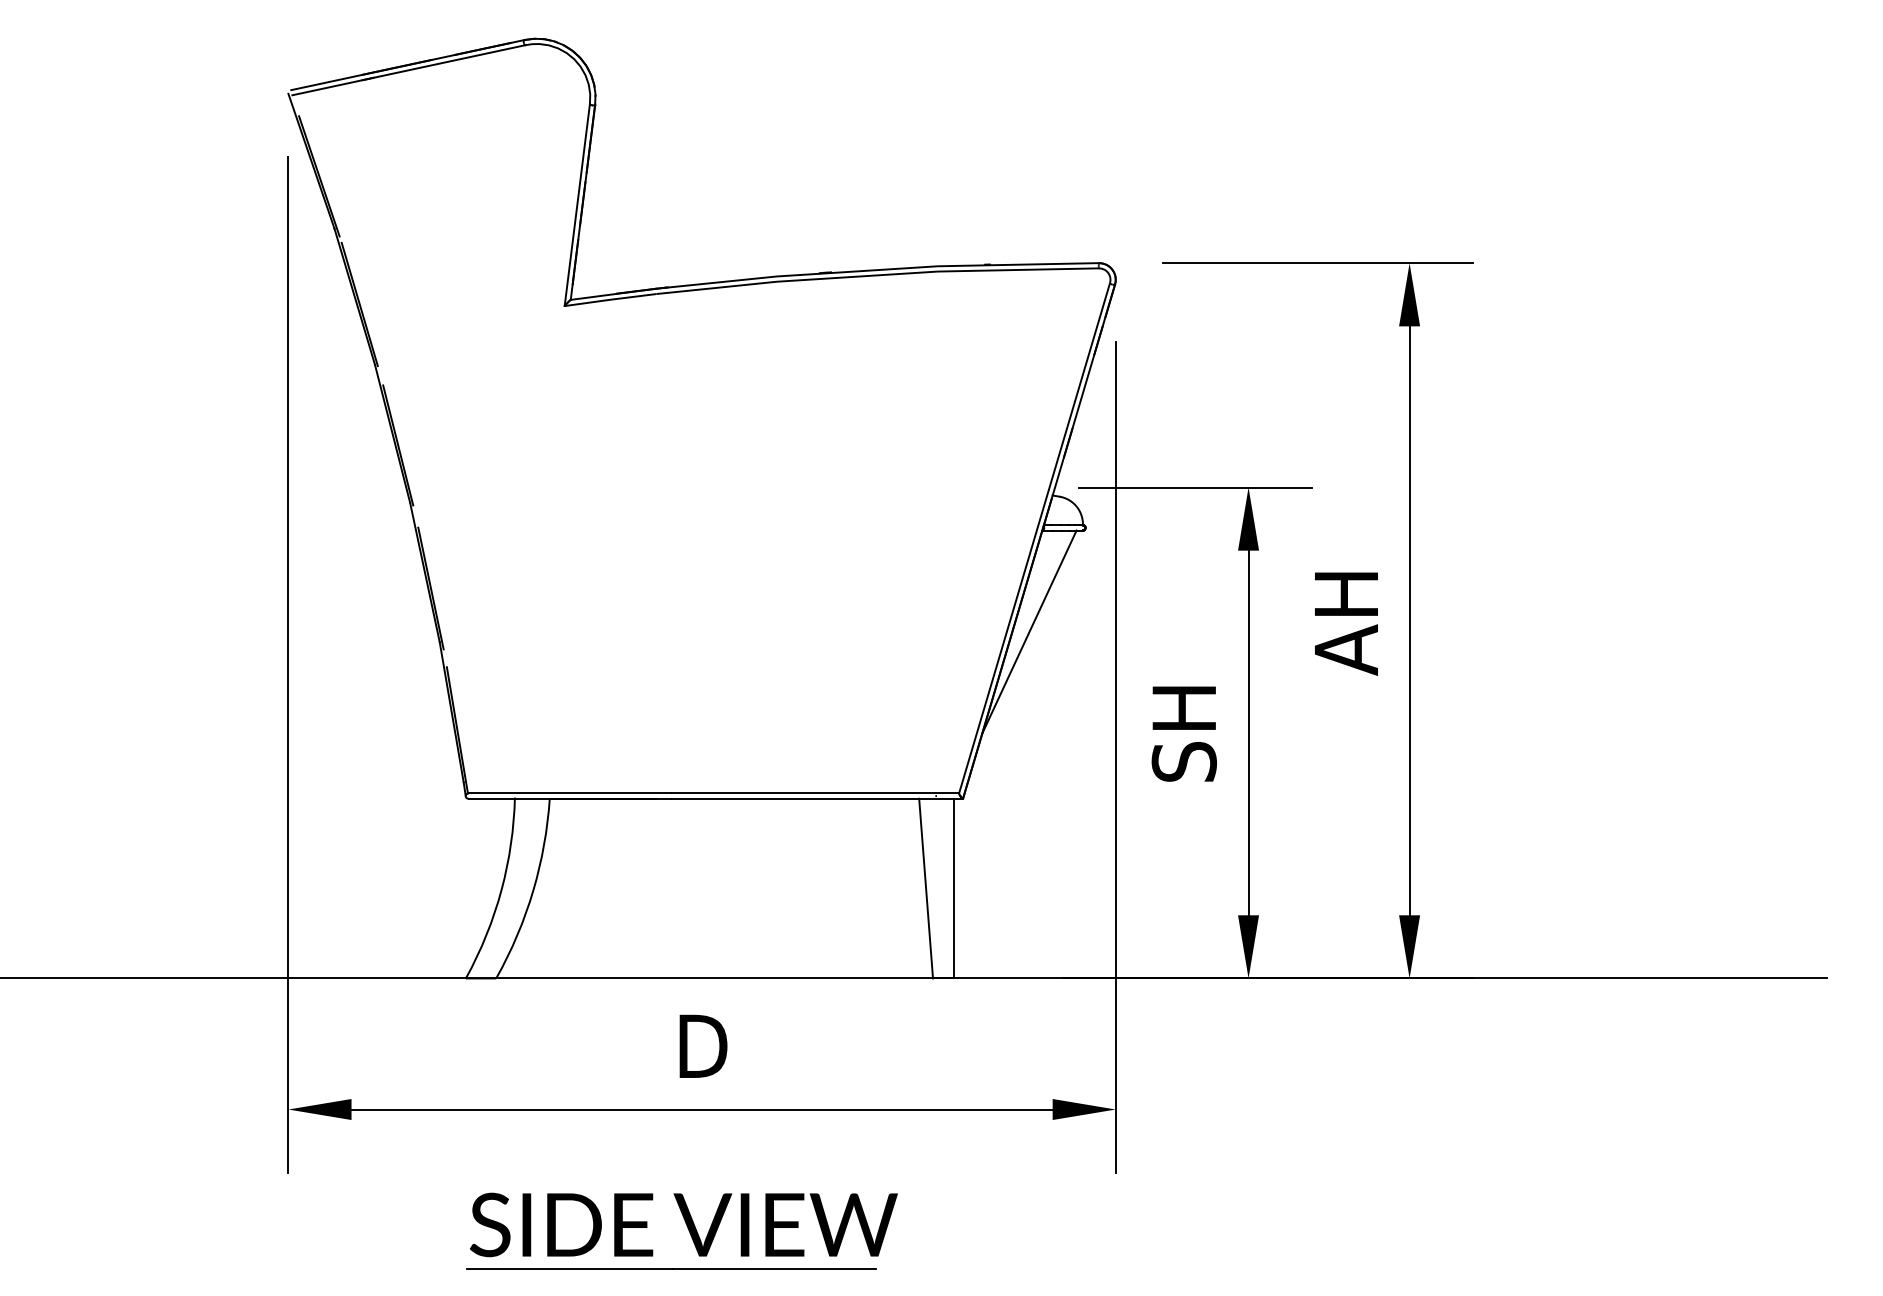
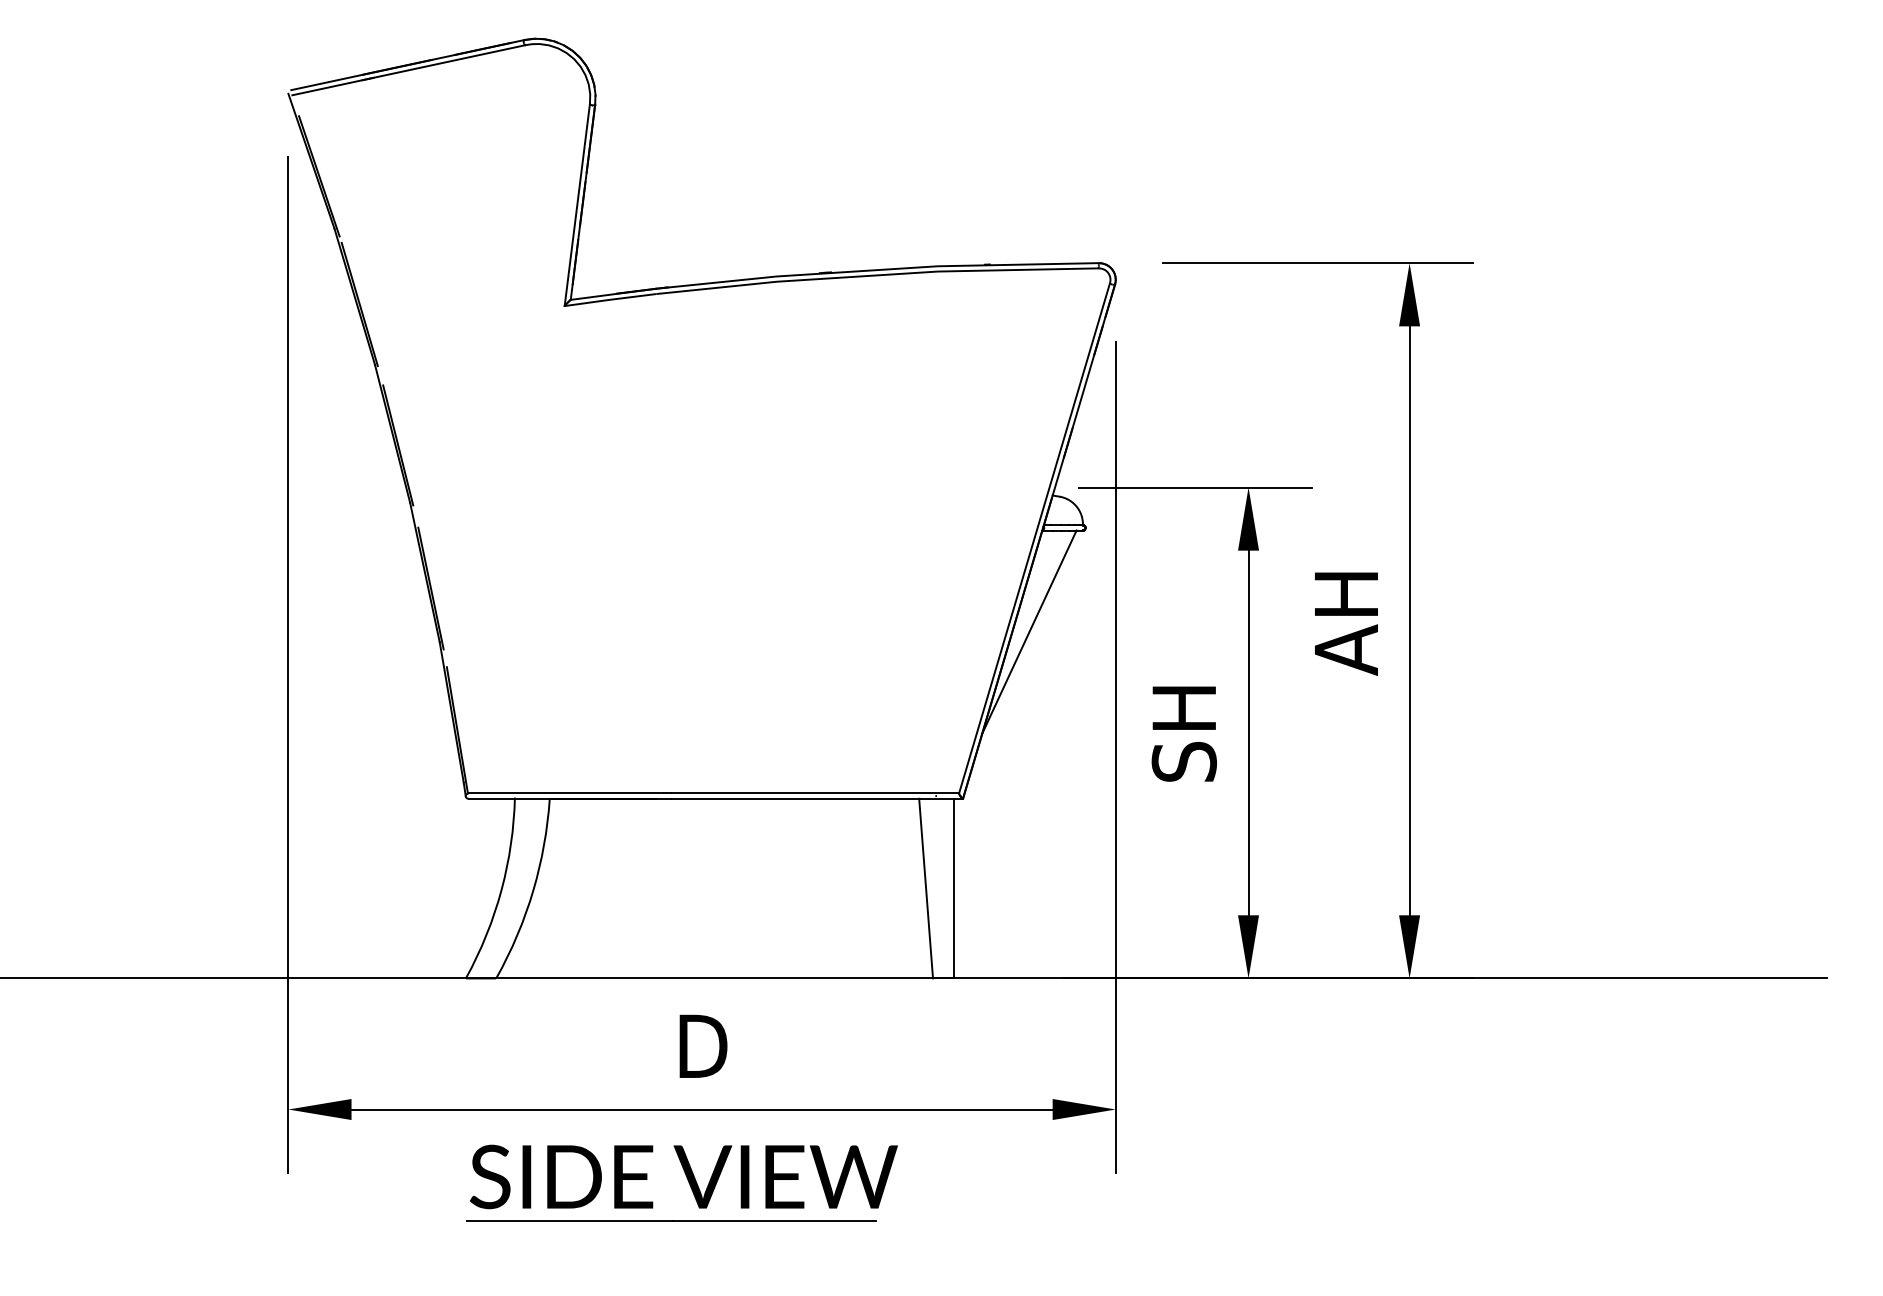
part at (687, 1228) position: (687, 1228) -> (687, 1180)
